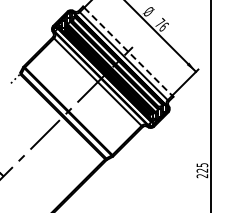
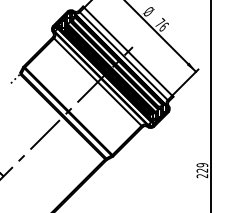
line at (128, 52): dashed -> solid
text at (201, 165): 225 -> 229
